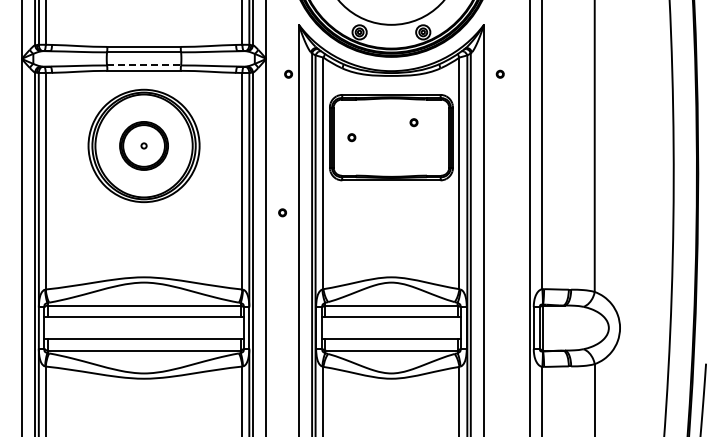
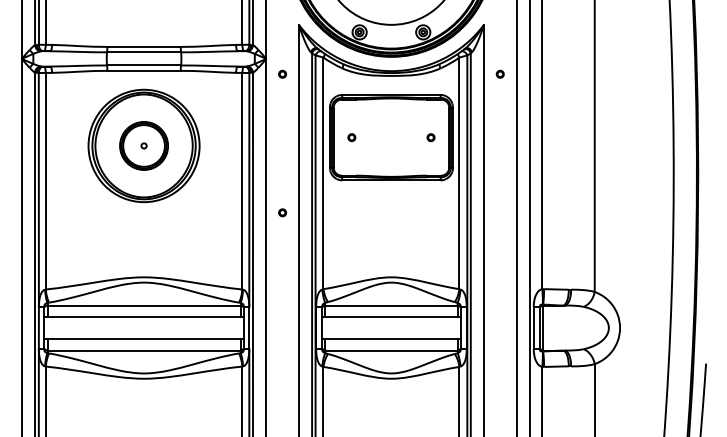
line at (144, 65): dashed -> solid
part at (288, 73) position: (288, 73) -> (282, 73)
part at (413, 122) position: (413, 122) -> (430, 137)
line at (516, 217): none -> present
